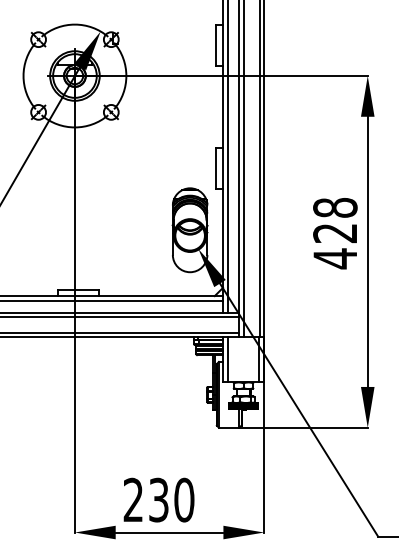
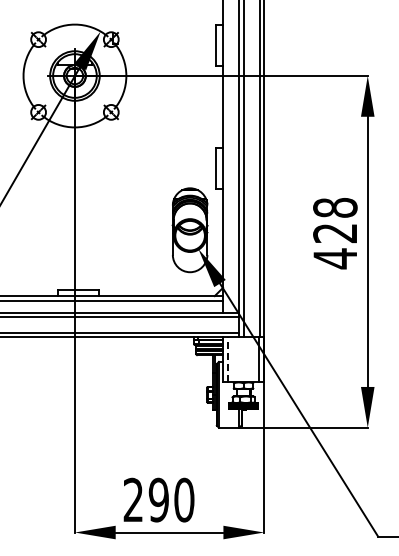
line at (228, 157): present -> none
line at (228, 359): solid -> dashed
text at (158, 499): 230 -> 290
